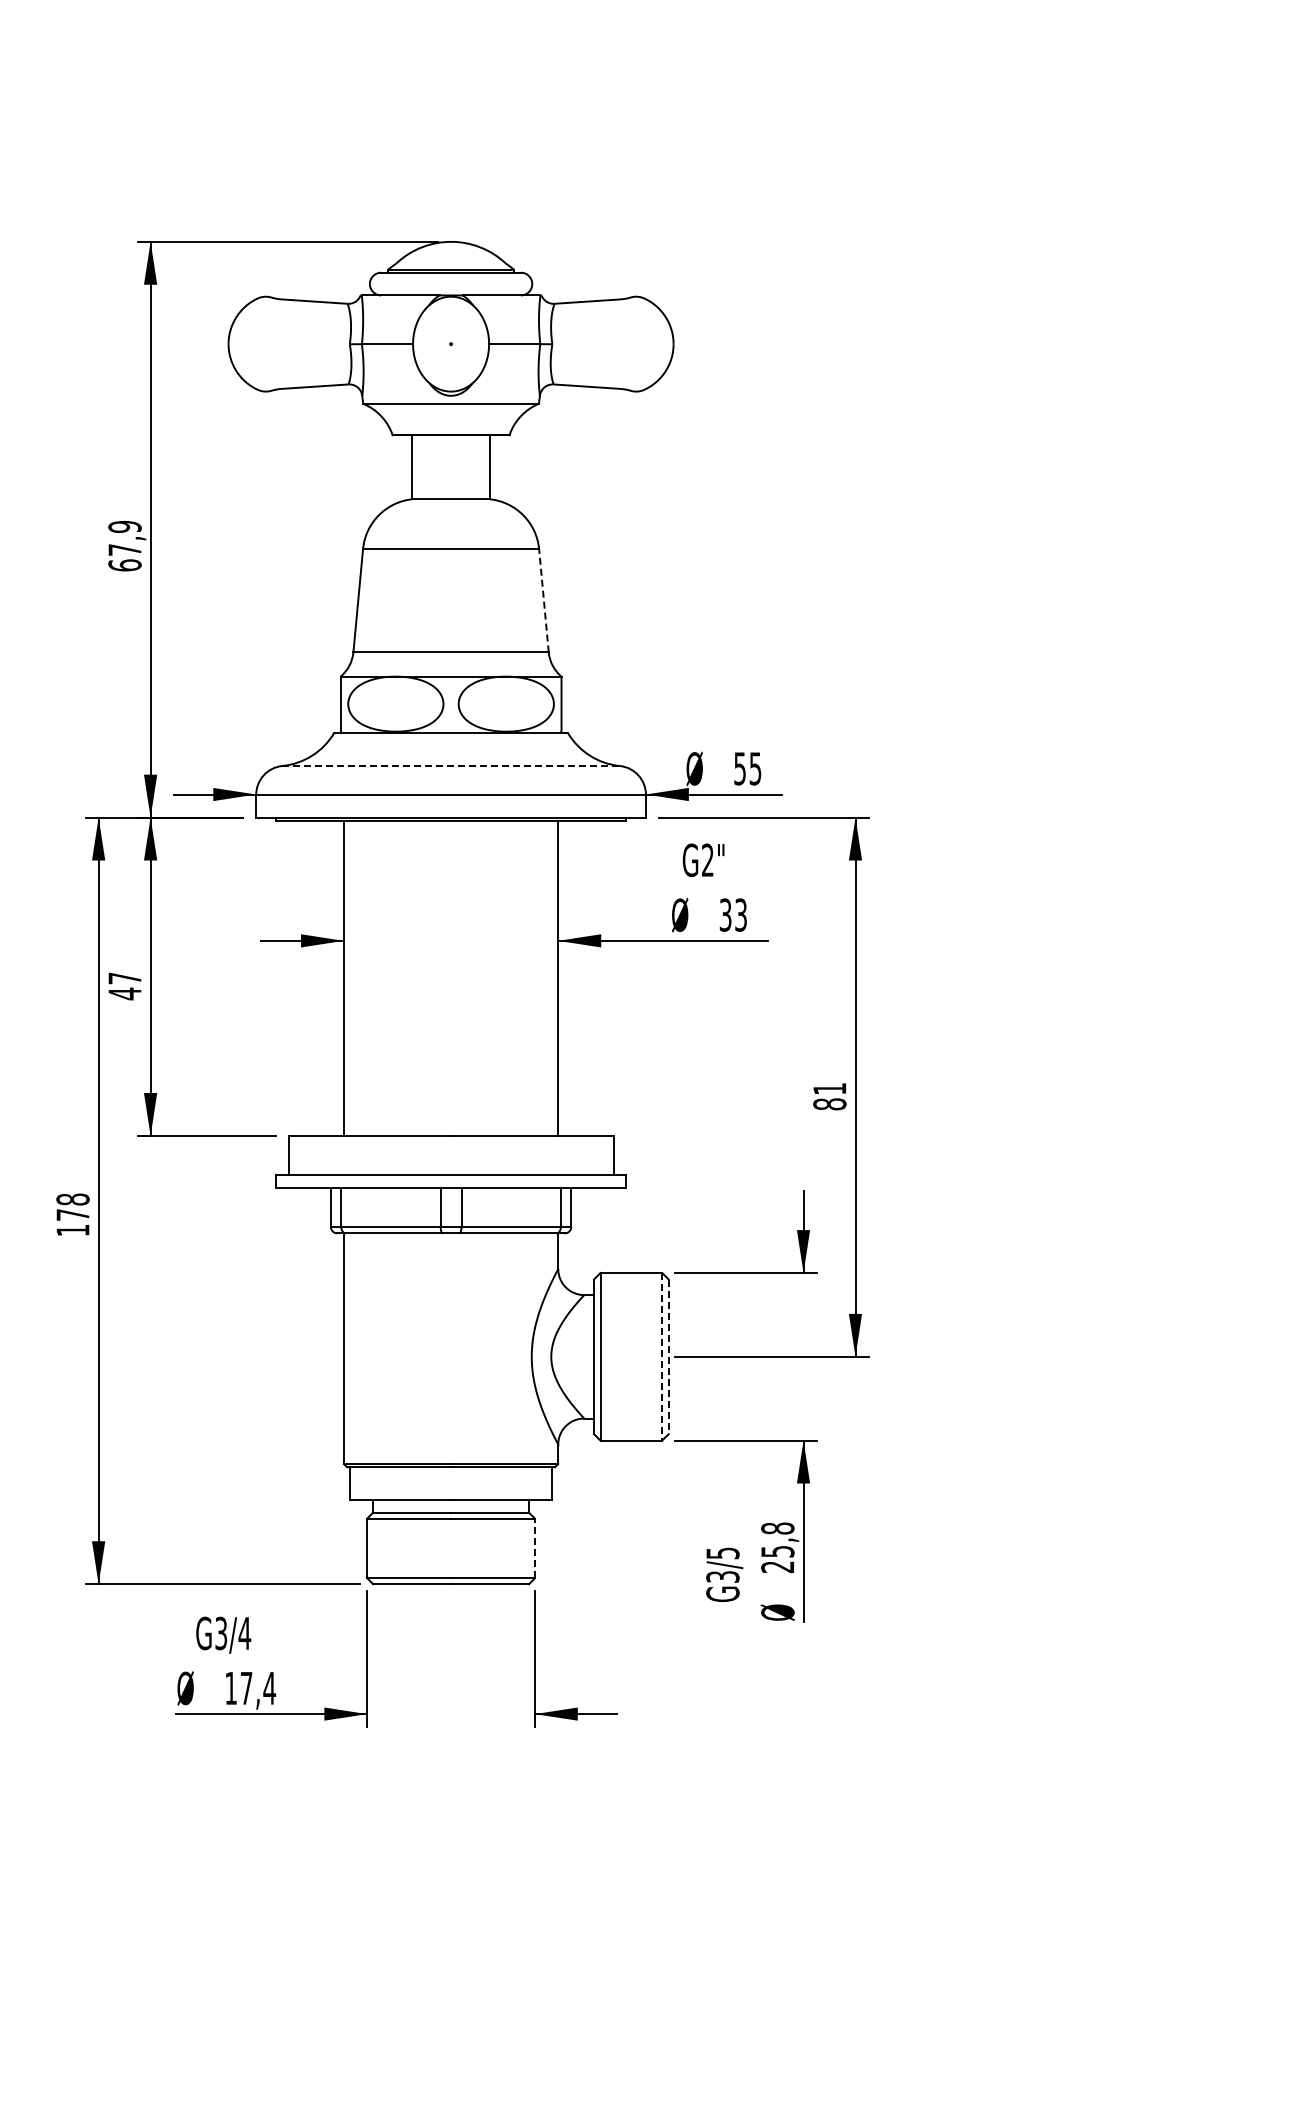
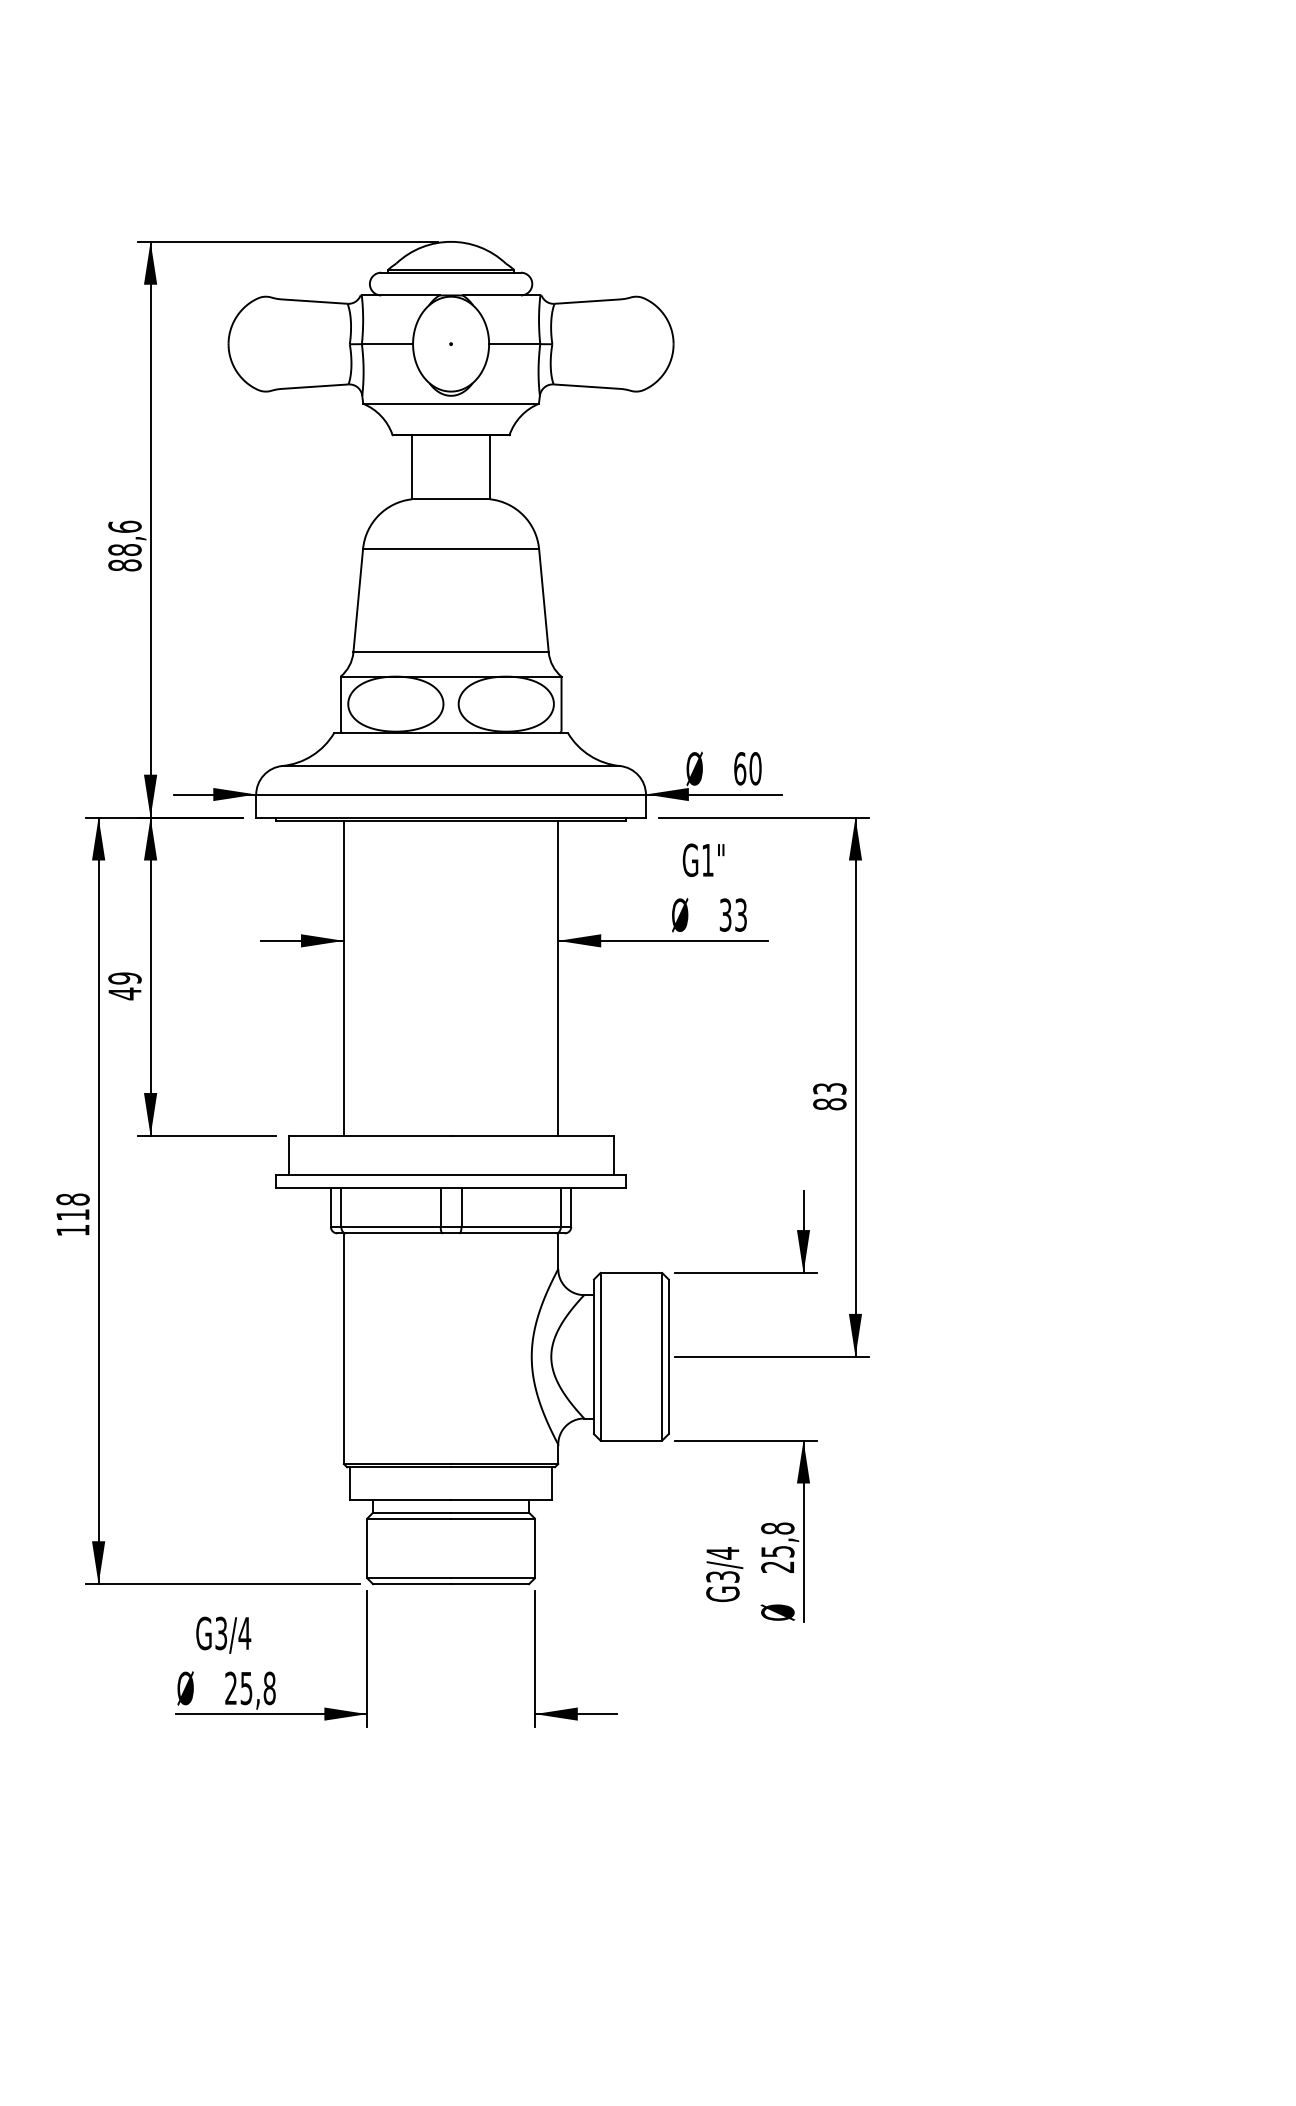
text at (124, 545): 67,9 -> 88,6
line at (543, 600): dashed -> solid
line at (451, 766): dashed -> solid
text at (747, 768): 55 -> 60
text at (707, 859): G2" -> G1"
text at (124, 978): 47 -> 49
text at (829, 1088): 81 -> 83
text at (72, 1214): 178 -> 118
line at (662, 1356): dashed -> solid
line at (668, 1357): dashed -> solid
line at (534, 1548): dashed -> solid
text at (722, 1553): G3/5 -> G3/4
text at (250, 1688): 17,4 -> 25,8
